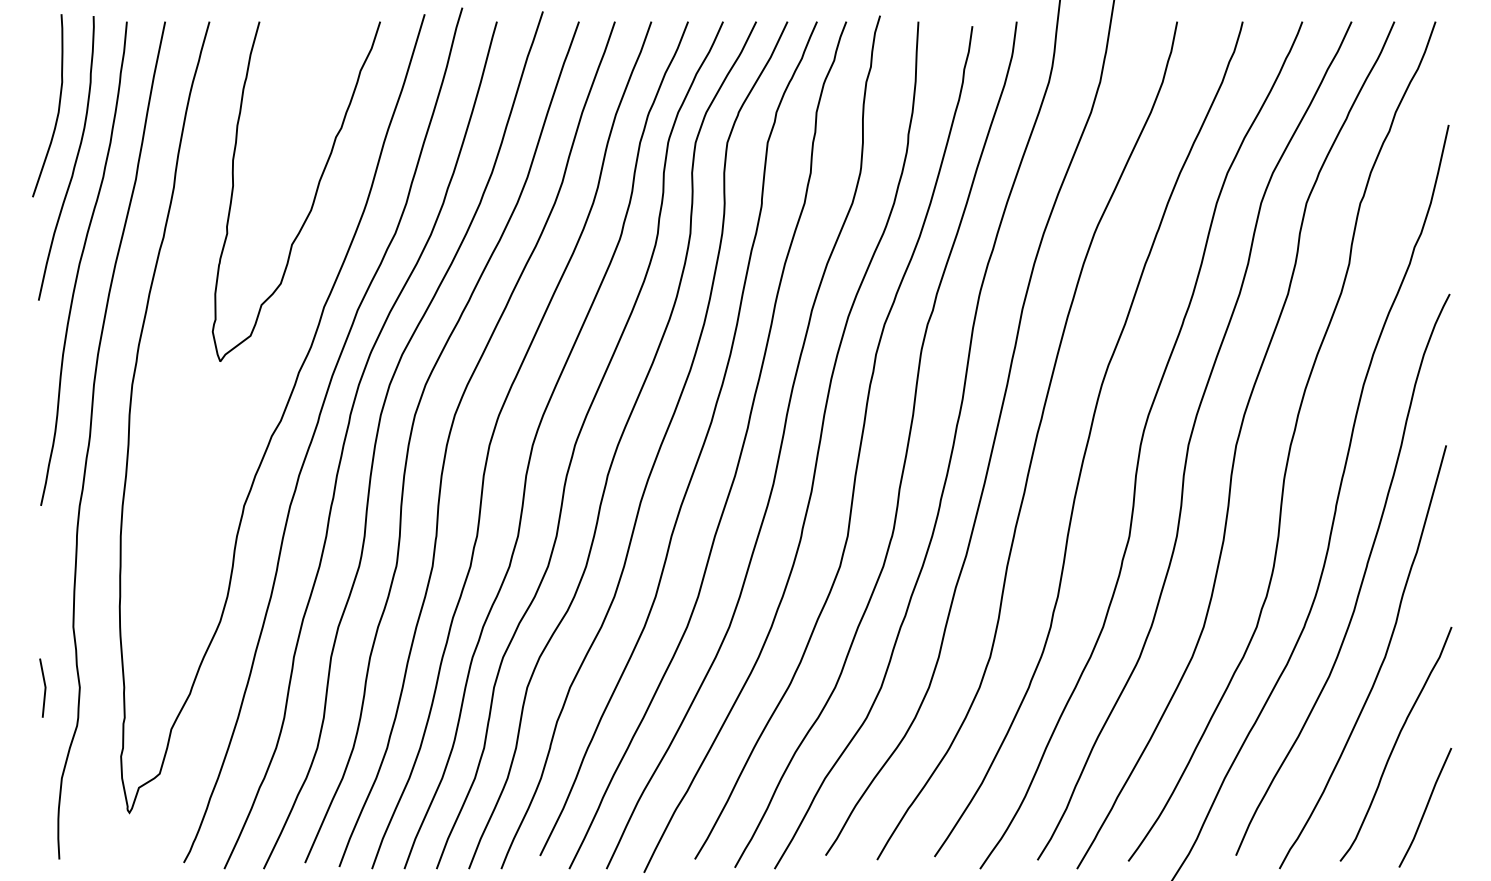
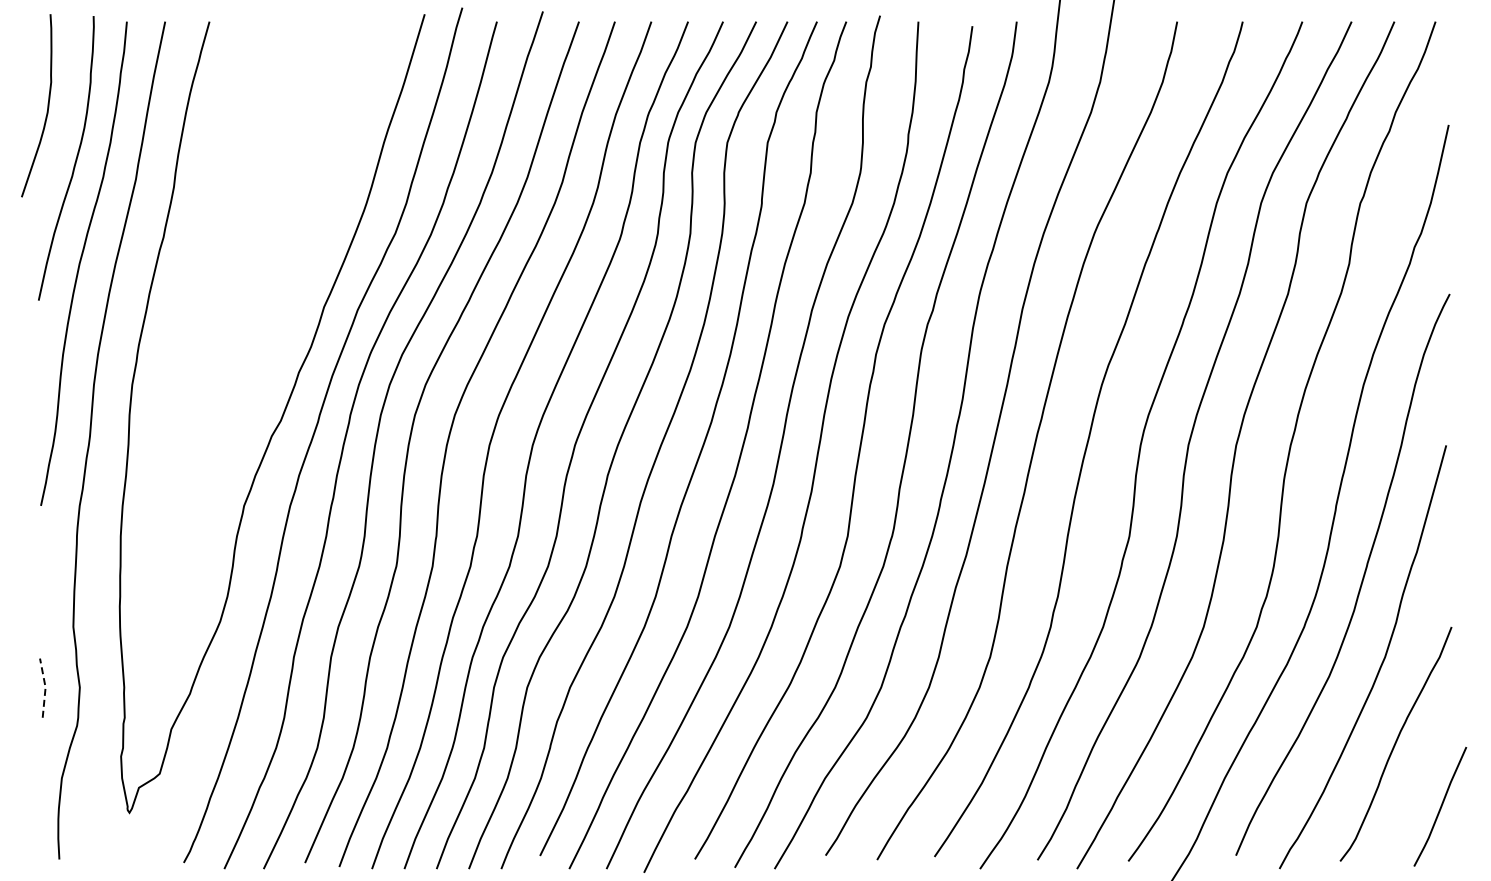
curve at (58, 105) position: (58, 105) -> (47, 105)
curve at (313, 198): present -> none
line at (45, 687): solid -> dashed
curve at (1425, 807) position: (1425, 807) -> (1440, 806)
